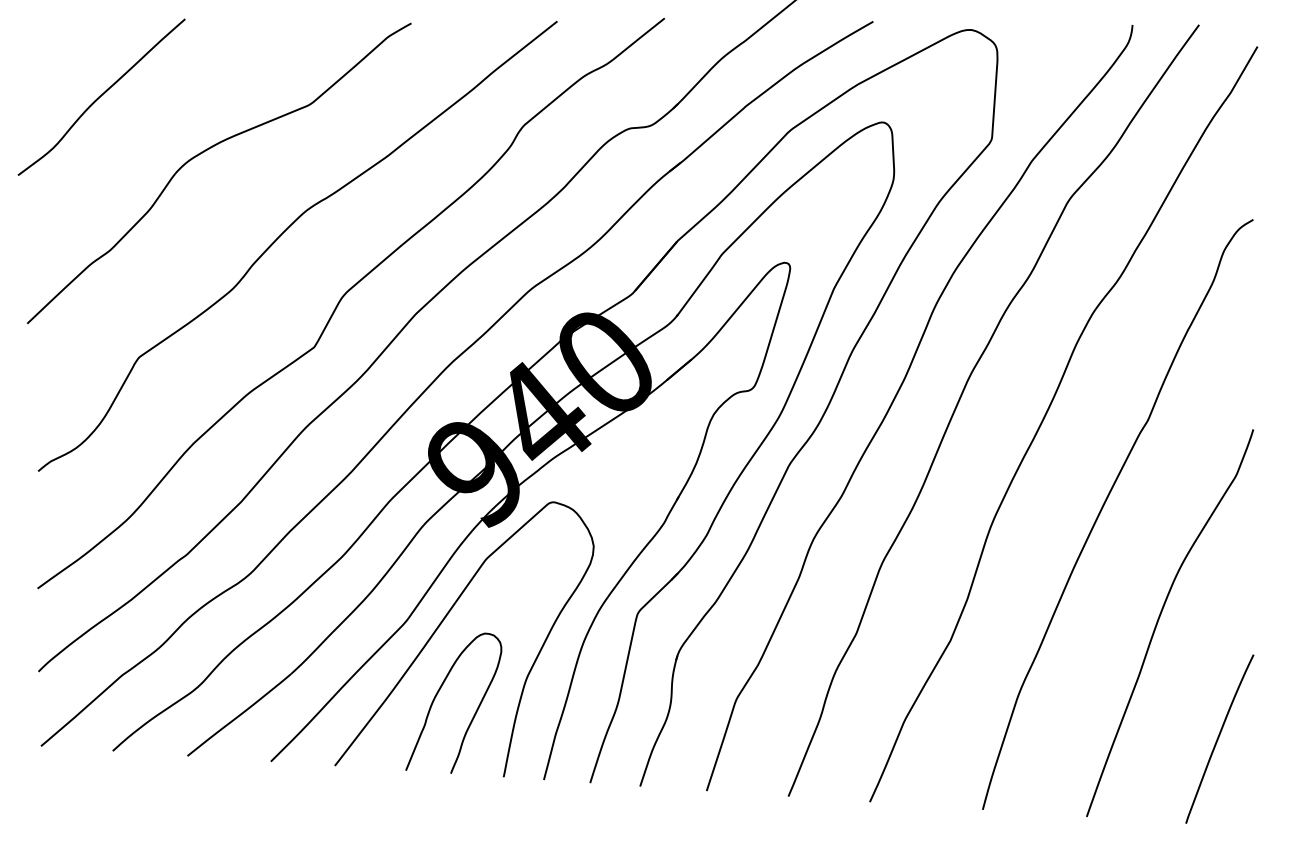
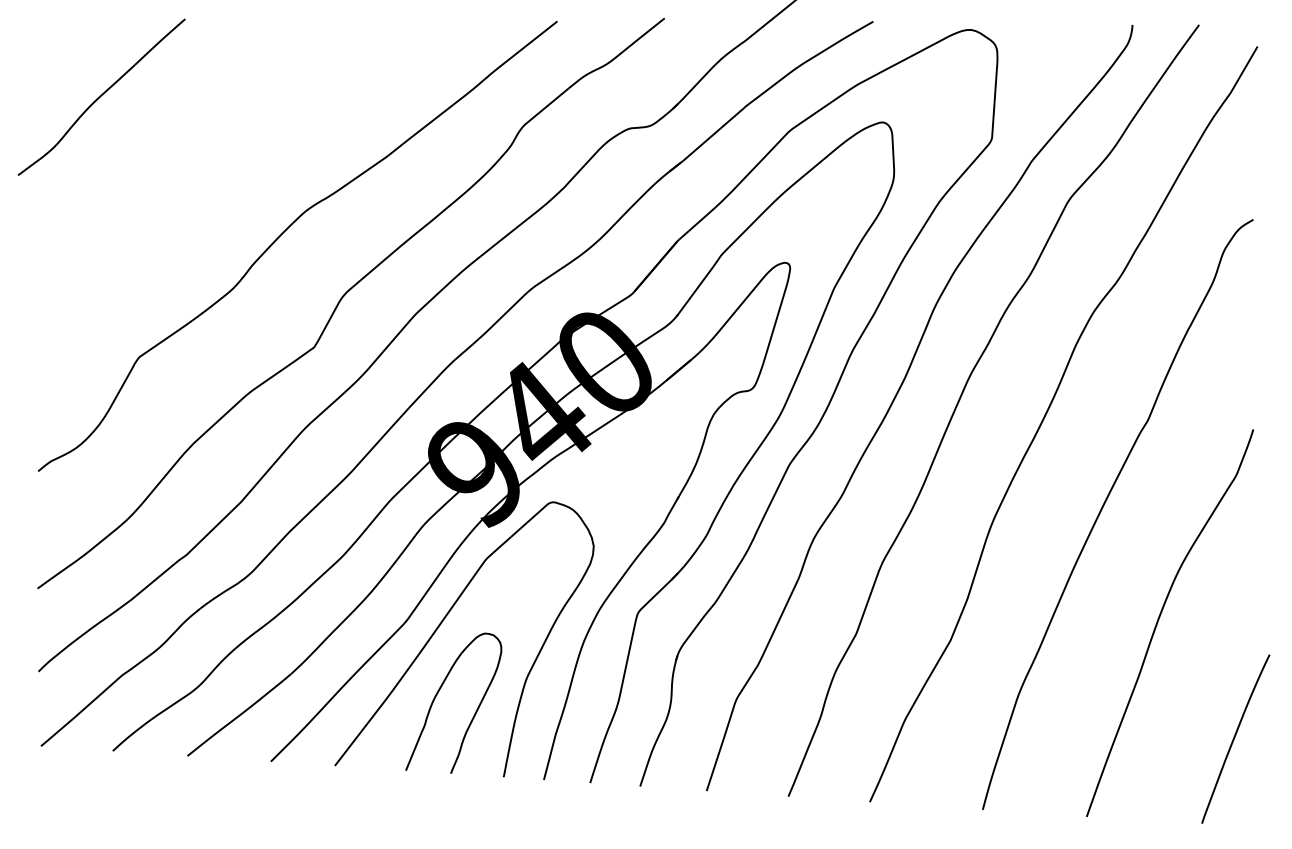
curve at (206, 151): present -> none
curve at (1219, 737) position: (1219, 737) -> (1235, 737)
